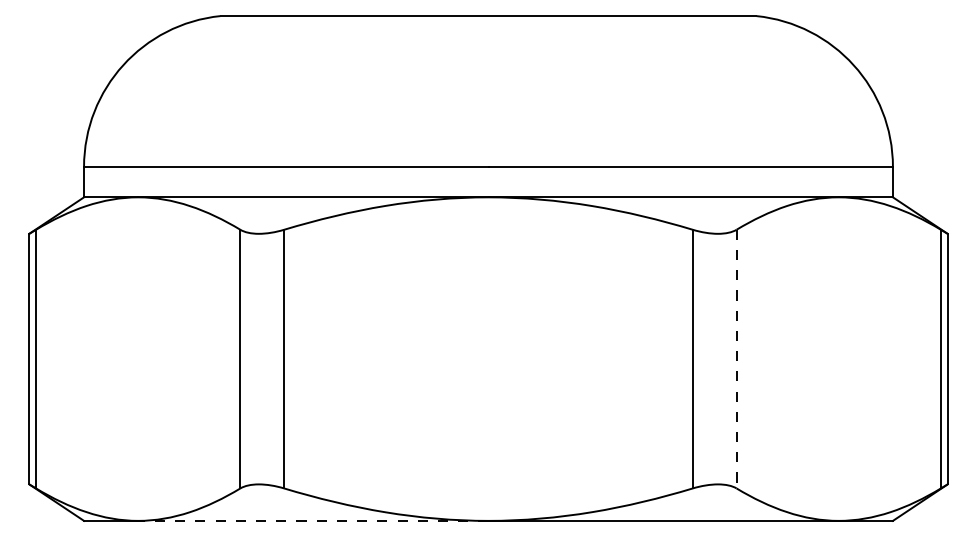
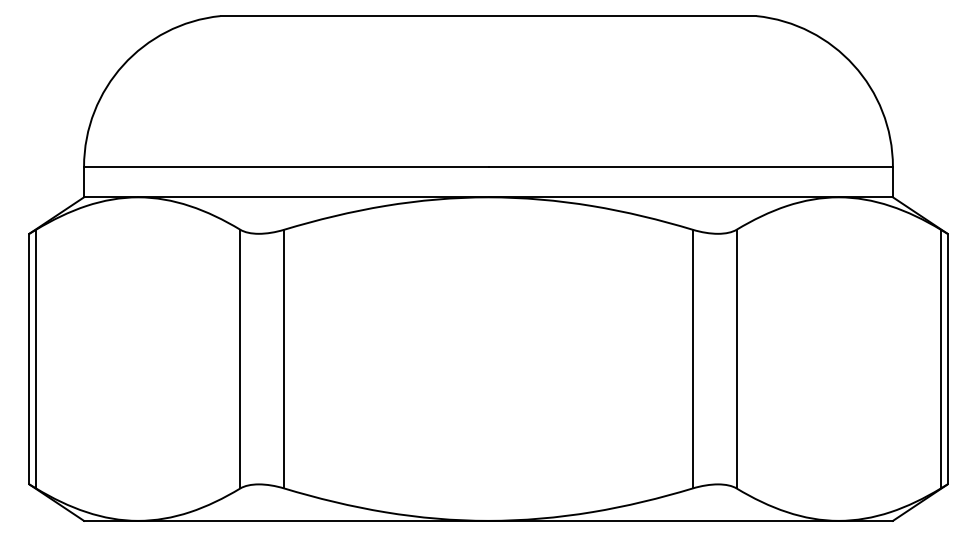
line at (736, 359): dashed -> solid
line at (312, 520): dashed -> solid
